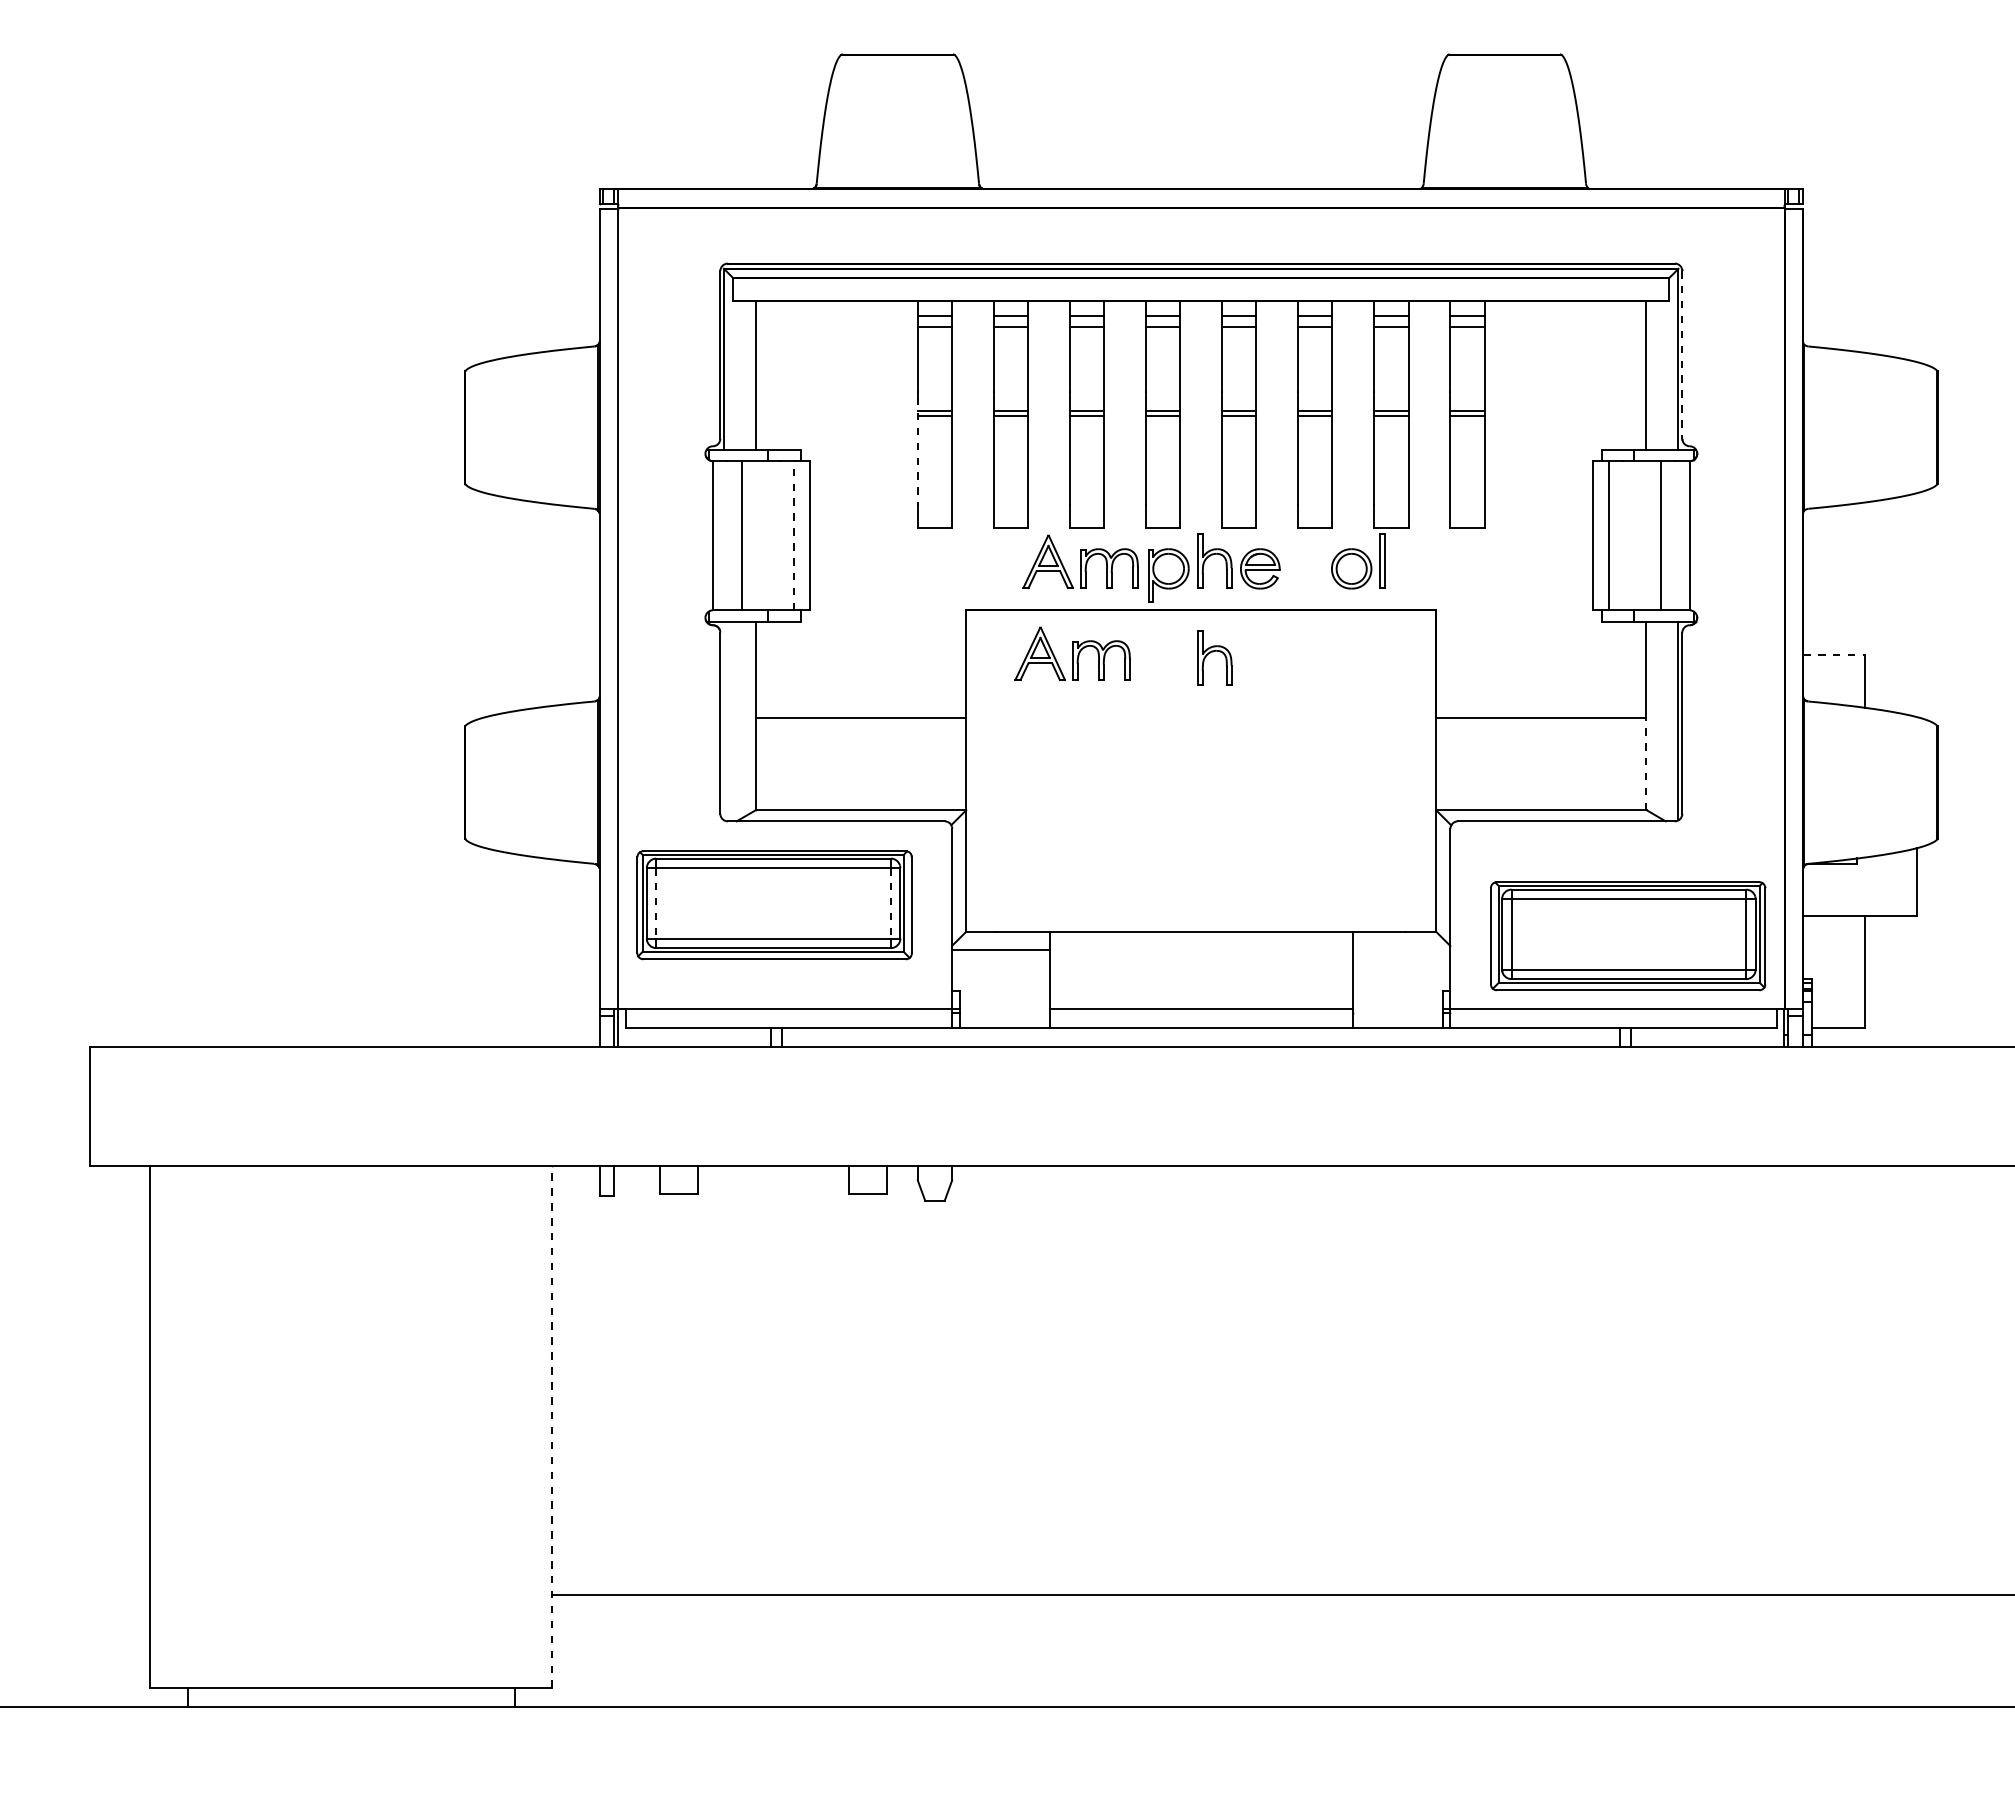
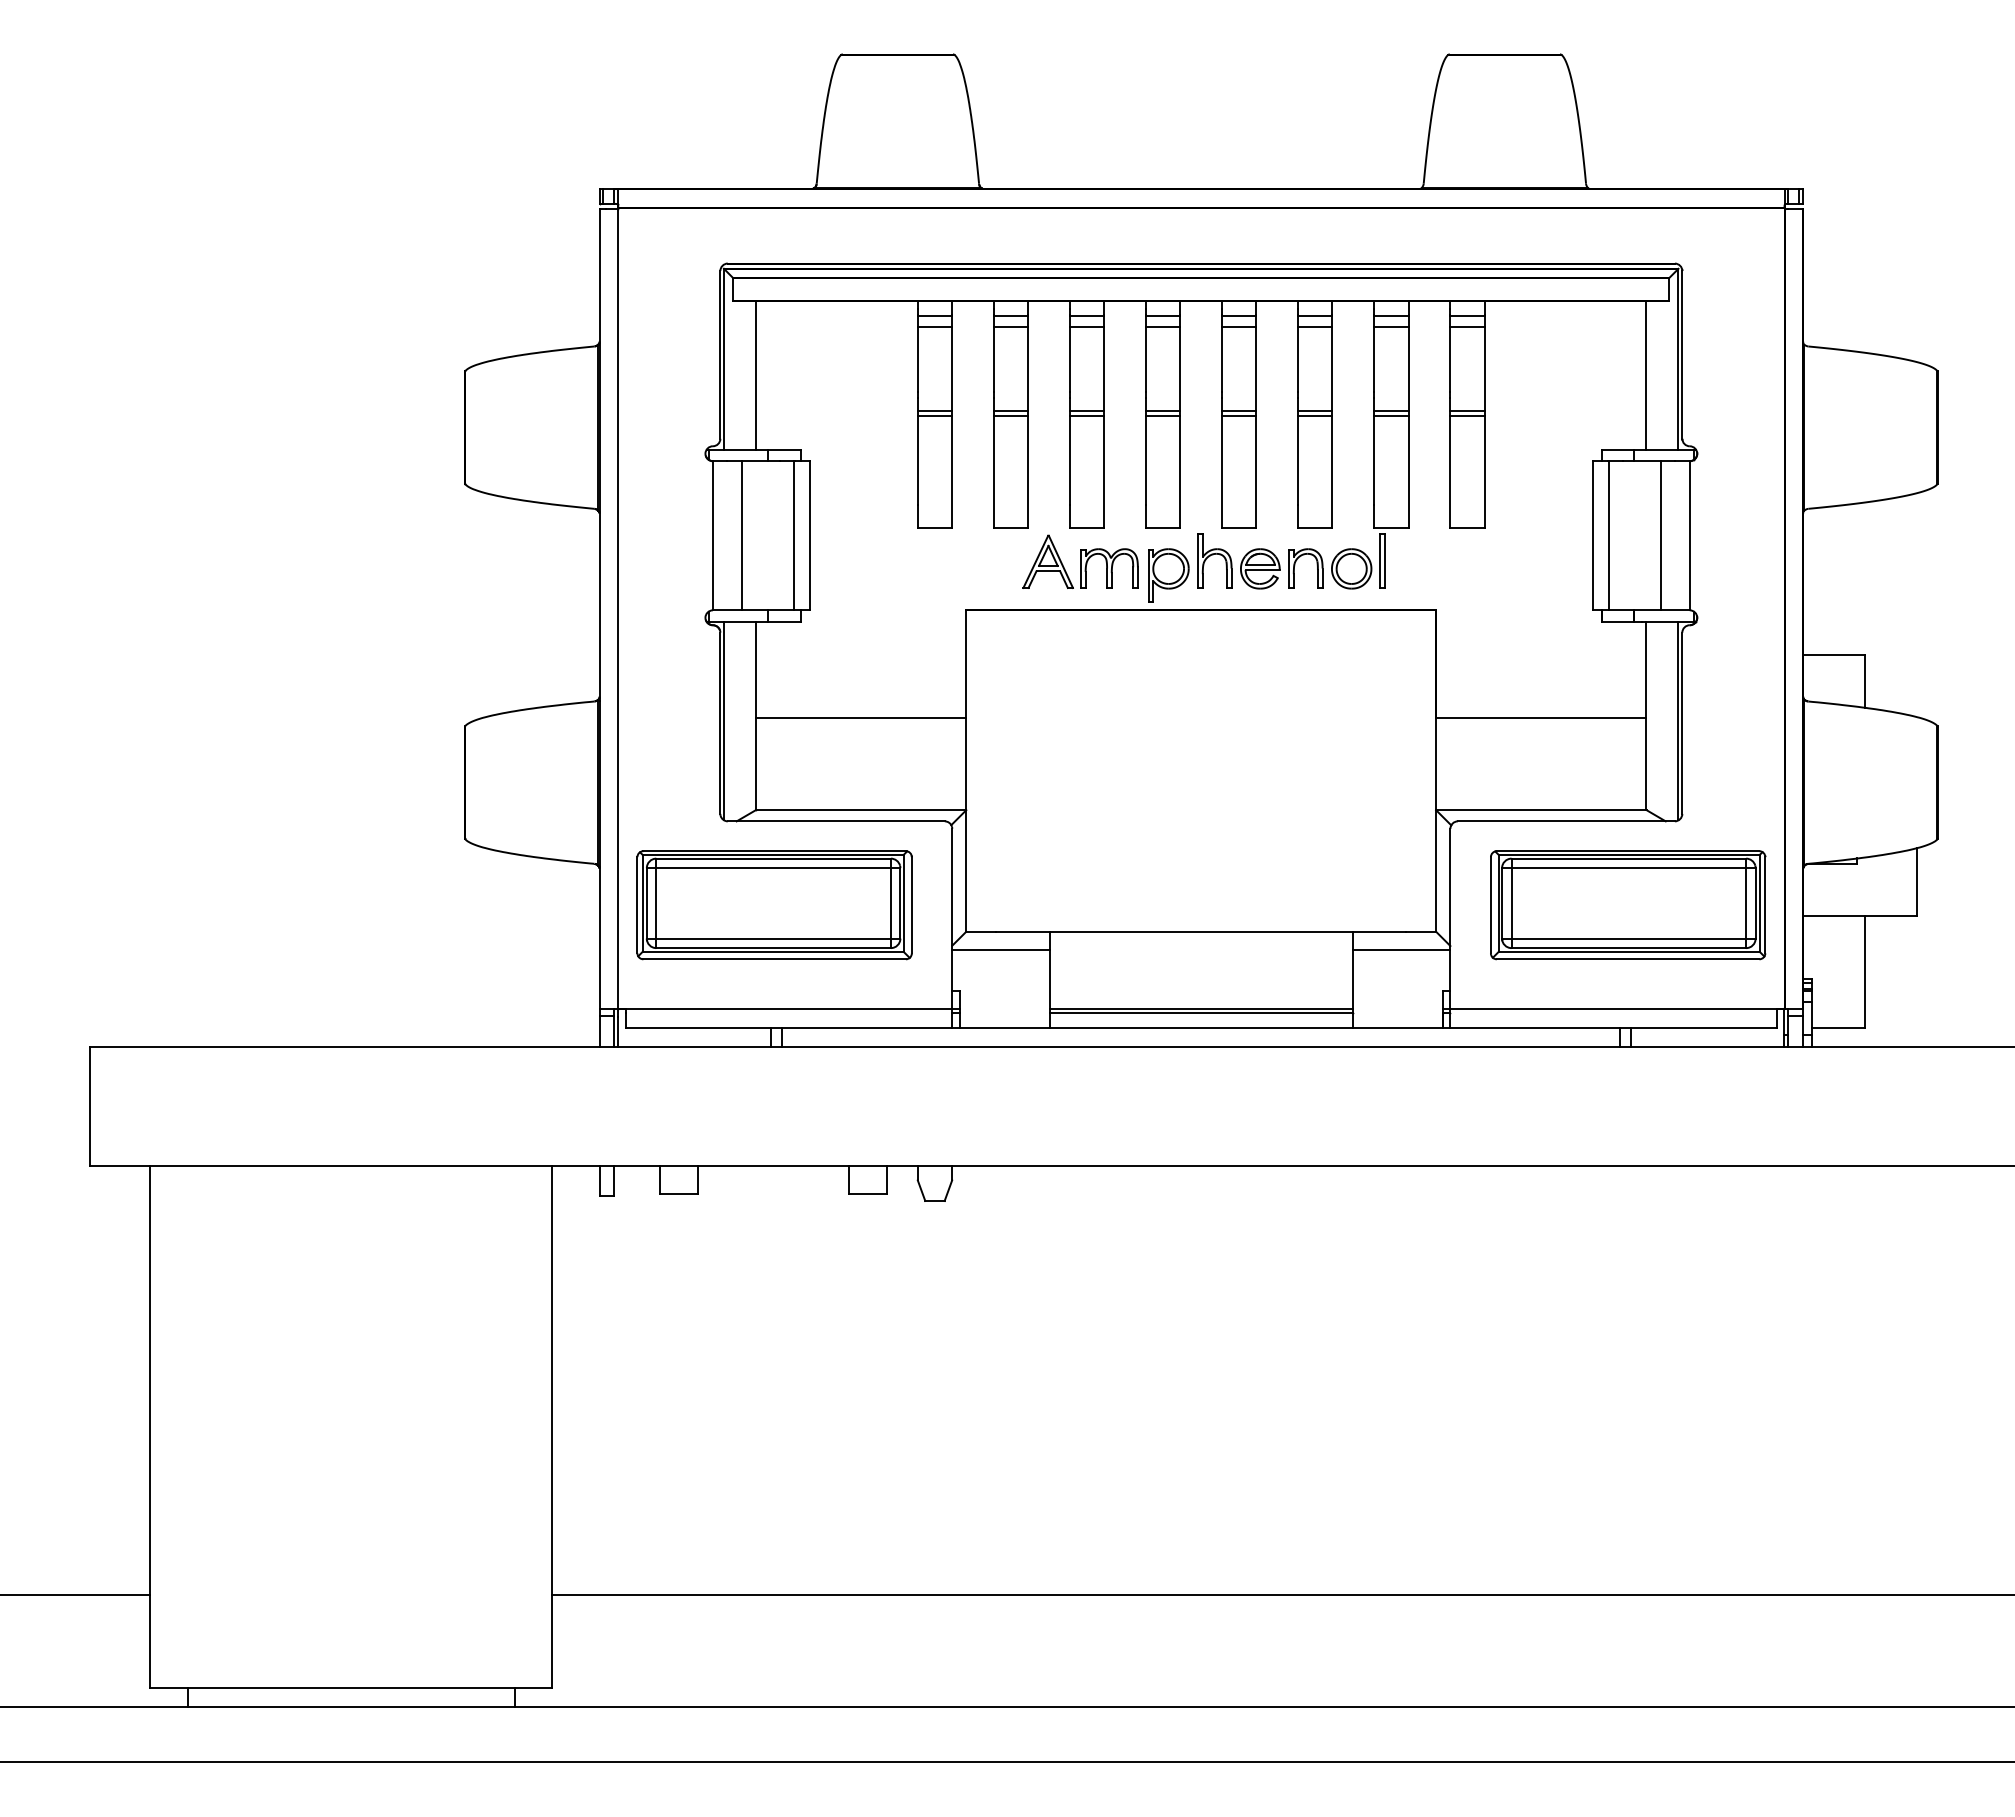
line at (1682, 354): dashed -> solid
line at (917, 451): dashed -> solid
line at (794, 535): dashed -> solid
part at (1295, 565): none -> present
part at (1072, 653): present -> none
line at (1833, 655): dashed -> solid
part at (1214, 657): present -> none
line at (723, 720): none -> present
line at (1646, 763): dashed -> solid
line at (656, 903): dashed -> solid
line at (890, 903): dashed -> solid
part at (1628, 936) position: (1628, 936) -> (1628, 905)
line at (1401, 950): none -> present
line at (1200, 1013): none -> present
line at (552, 1426): dashed -> solid
line at (76, 1594): none -> present
line at (1006, 1762): none -> present
